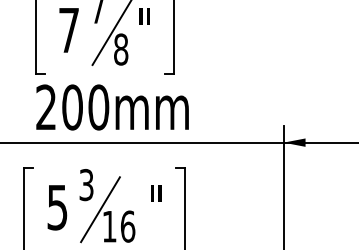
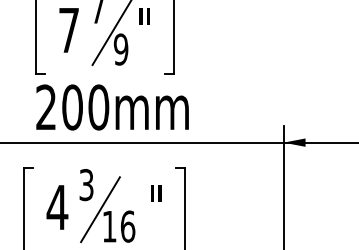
text at (120, 49): 8 -> 9
text at (57, 207): 5 -> 4
